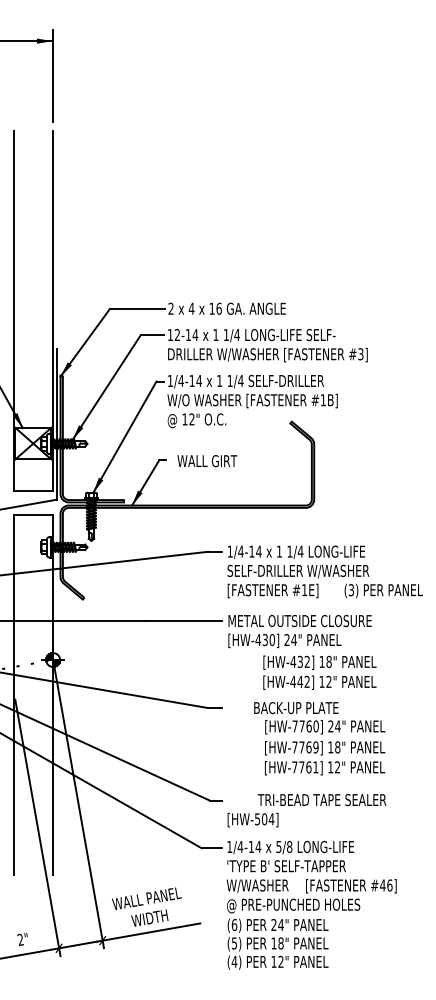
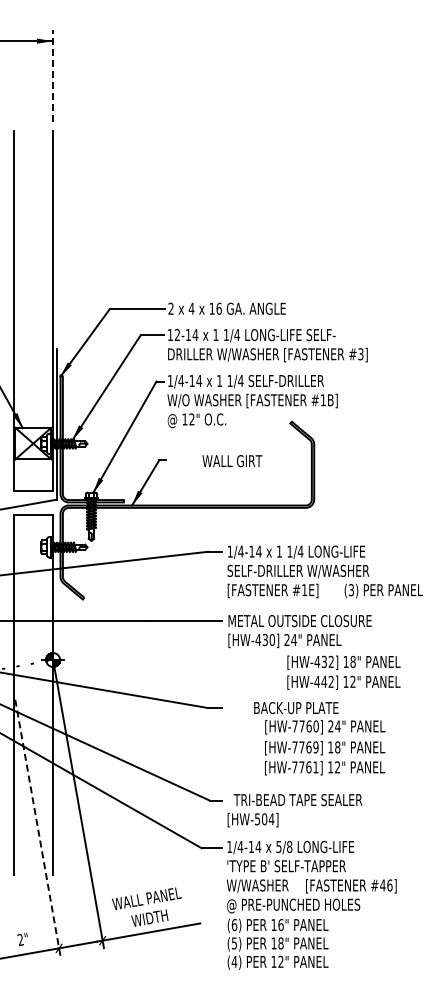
line at (53, 75): solid -> dashed
text at (207, 461) position: (207, 461) -> (232, 461)
text at (319, 672) position: (319, 672) -> (343, 672)
text at (321, 800) position: (321, 800) -> (297, 800)
line at (37, 828): solid -> dashed
text at (277, 924): 24" -> 16"
